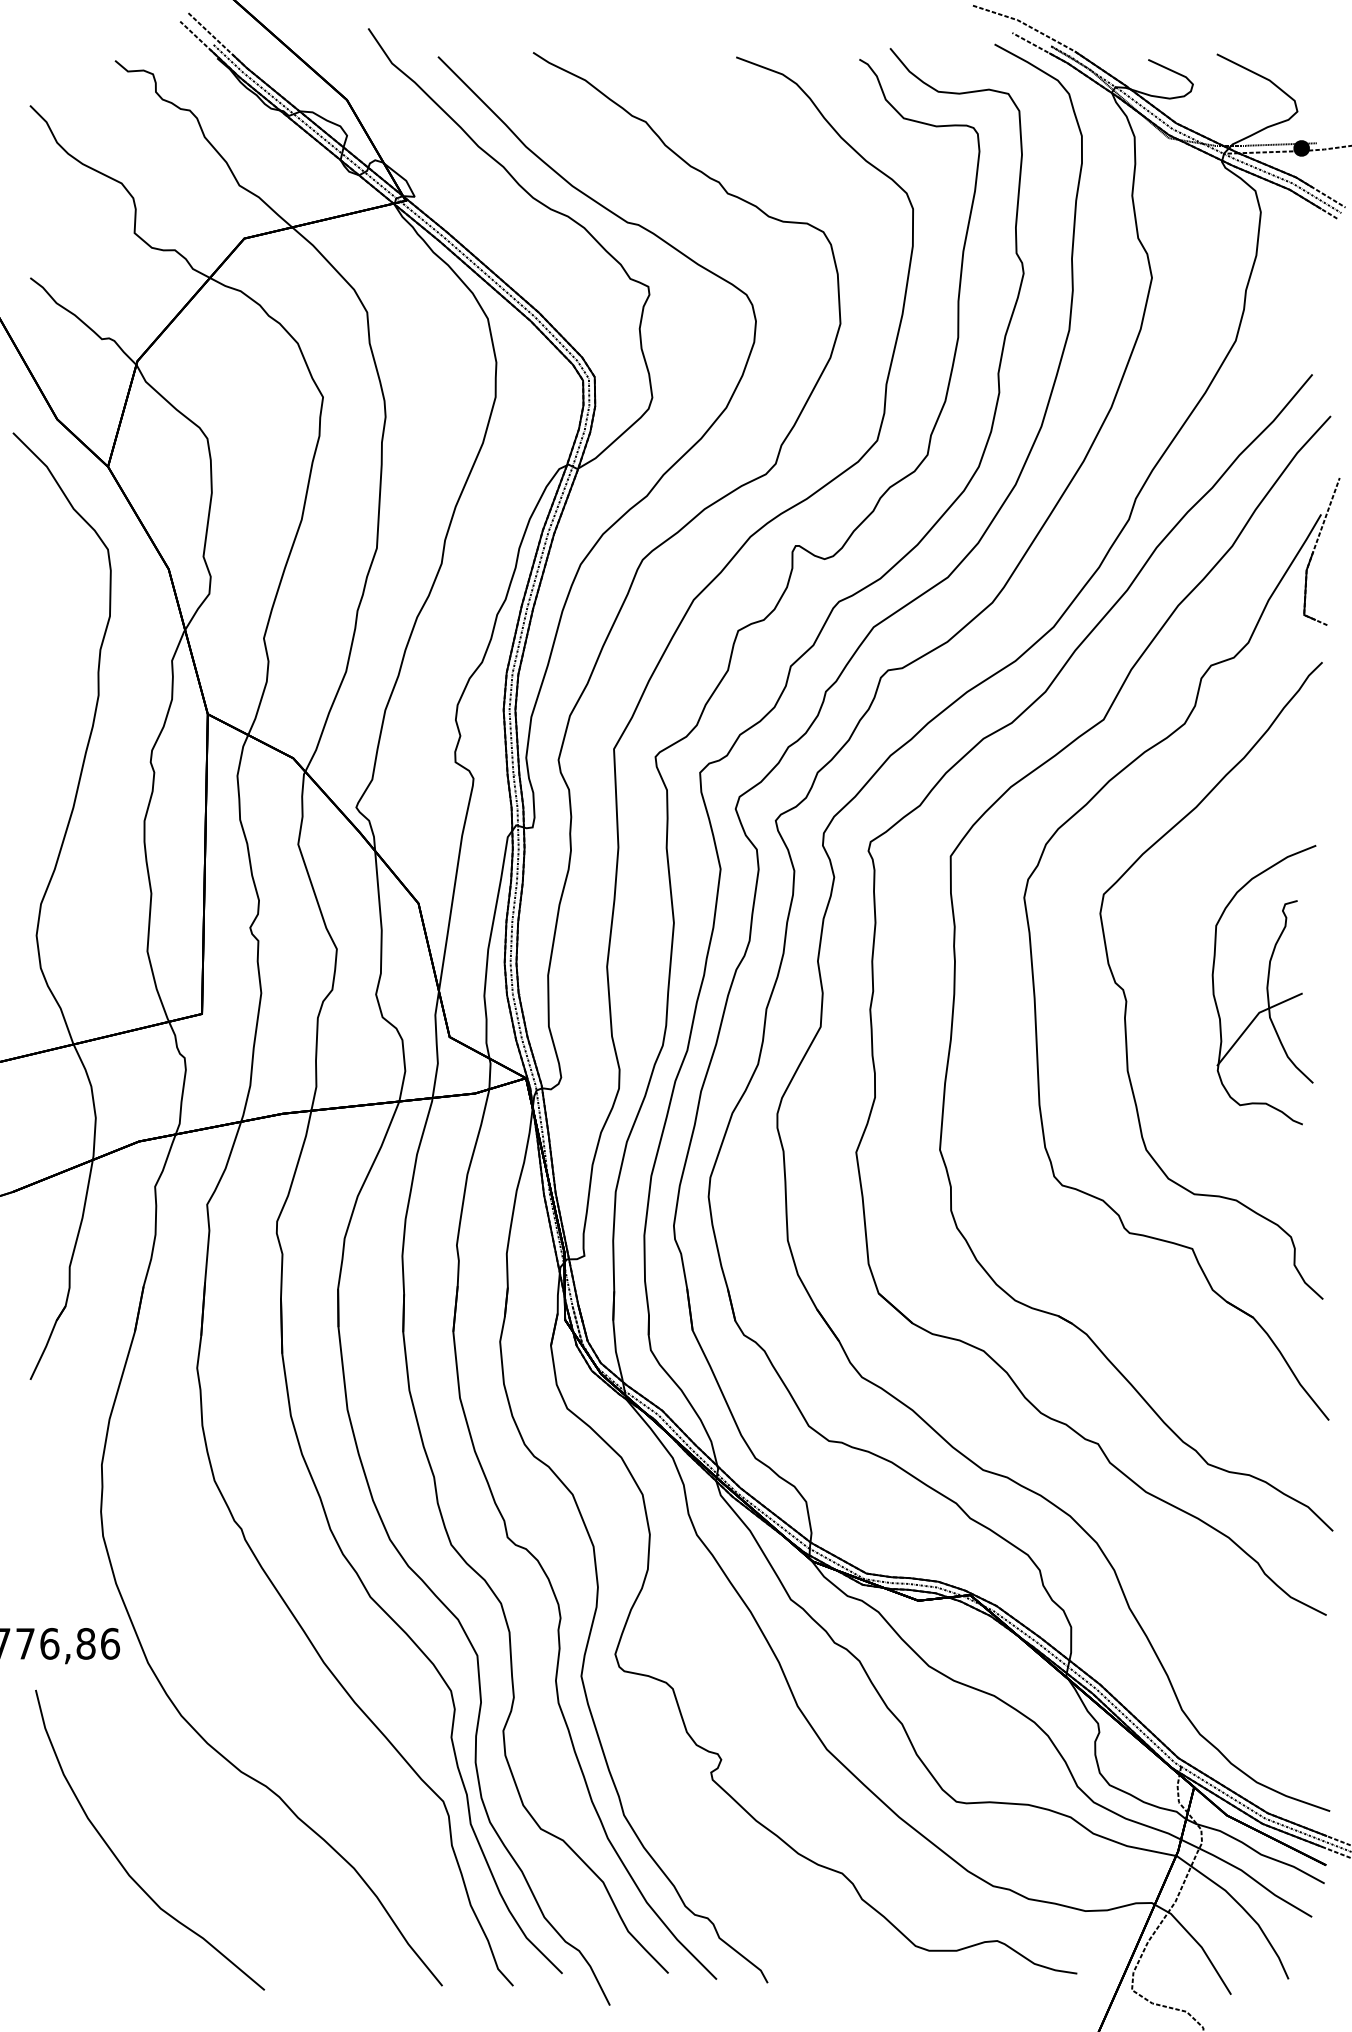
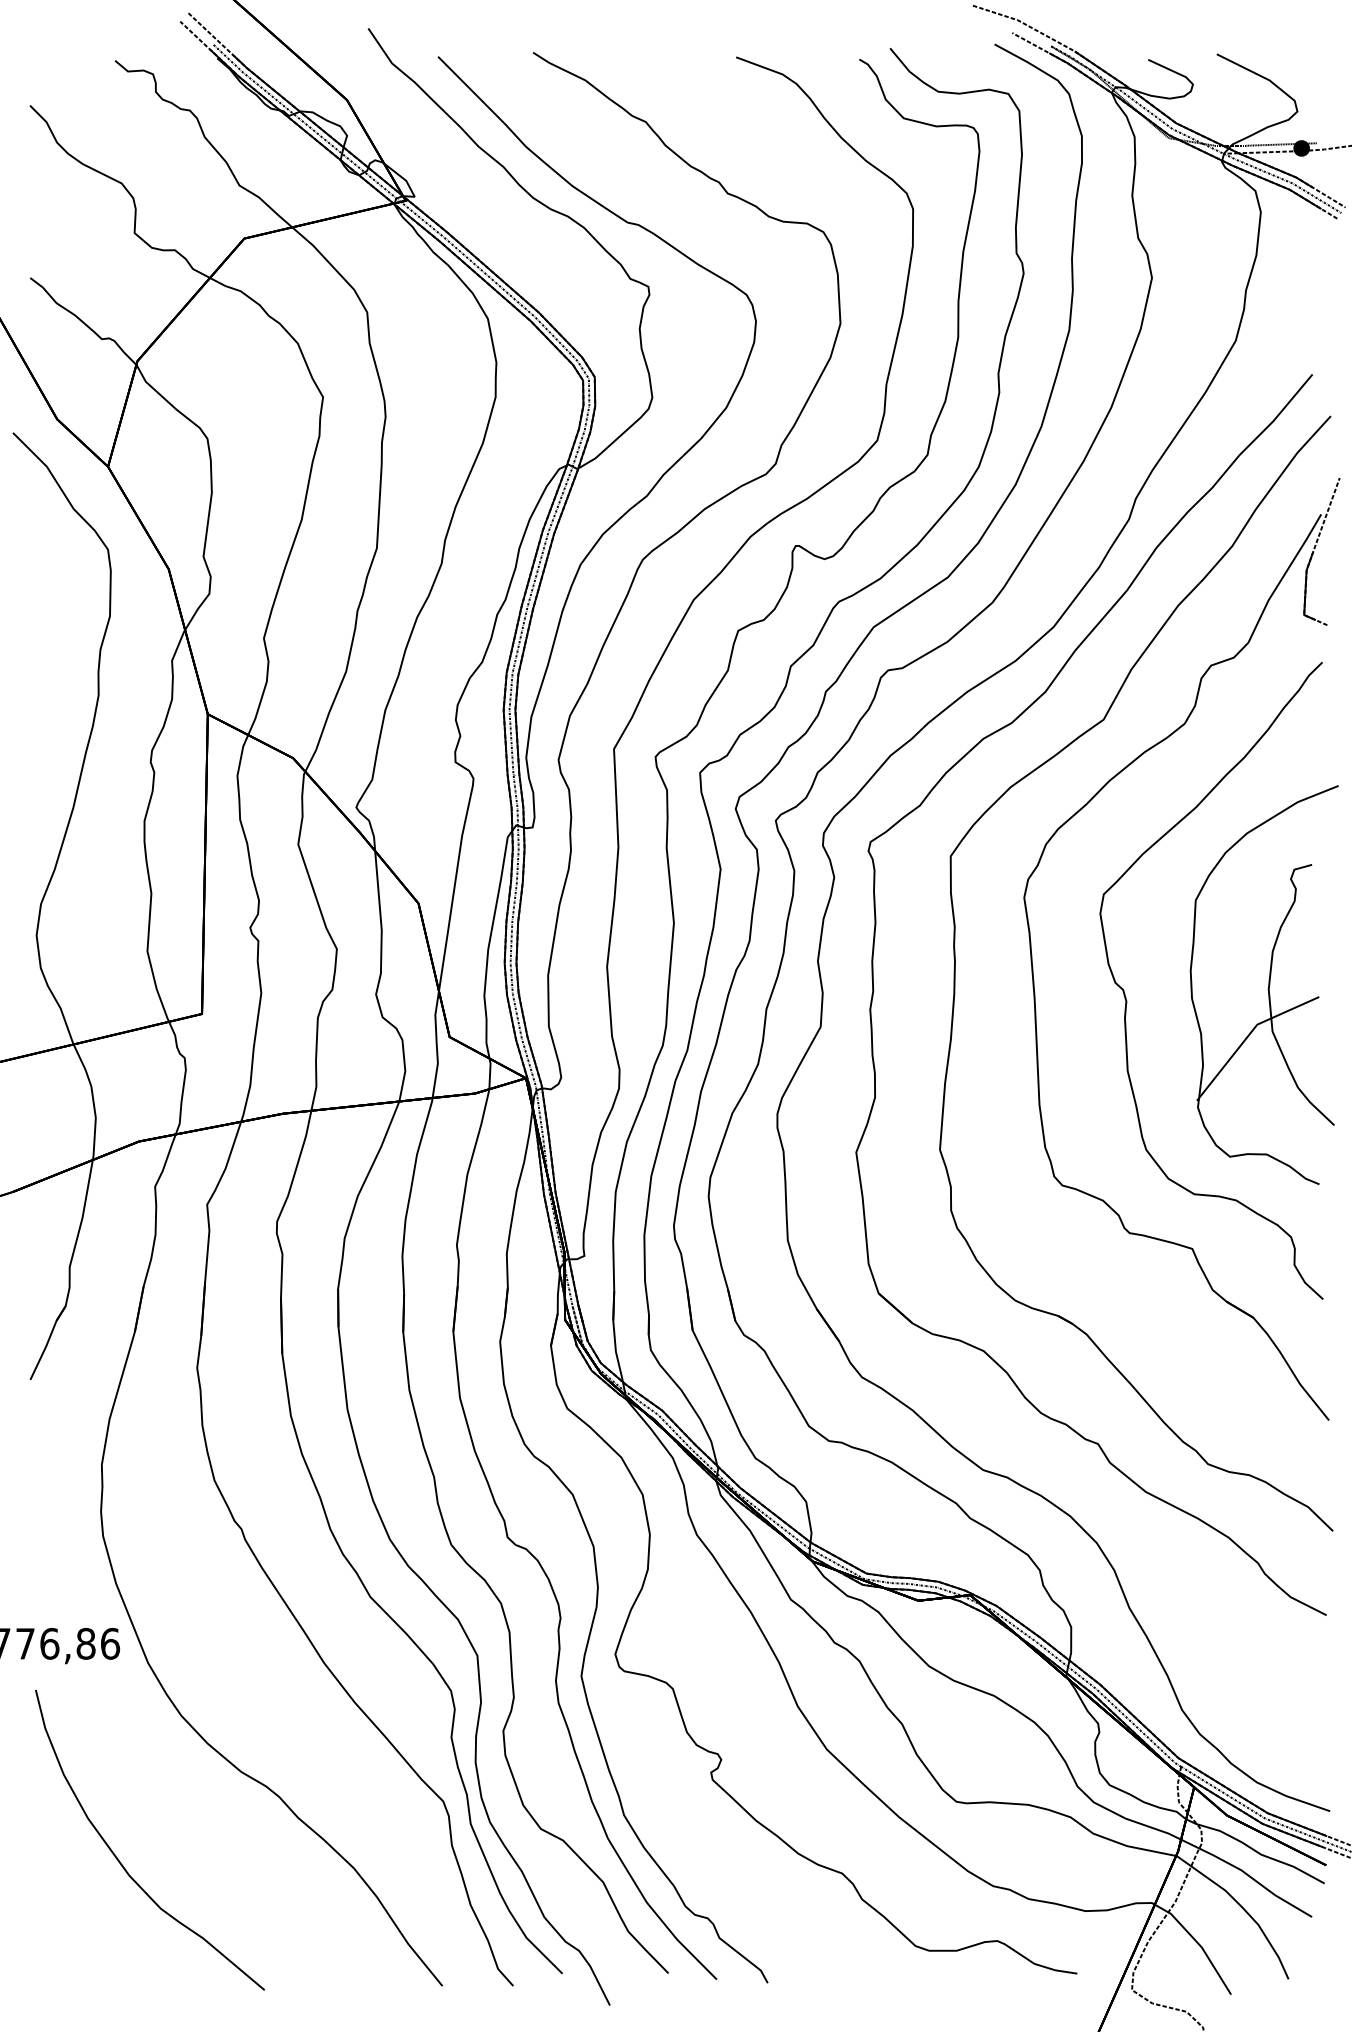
part at (1263, 985) size: 106x281 px -> 150x400 px
